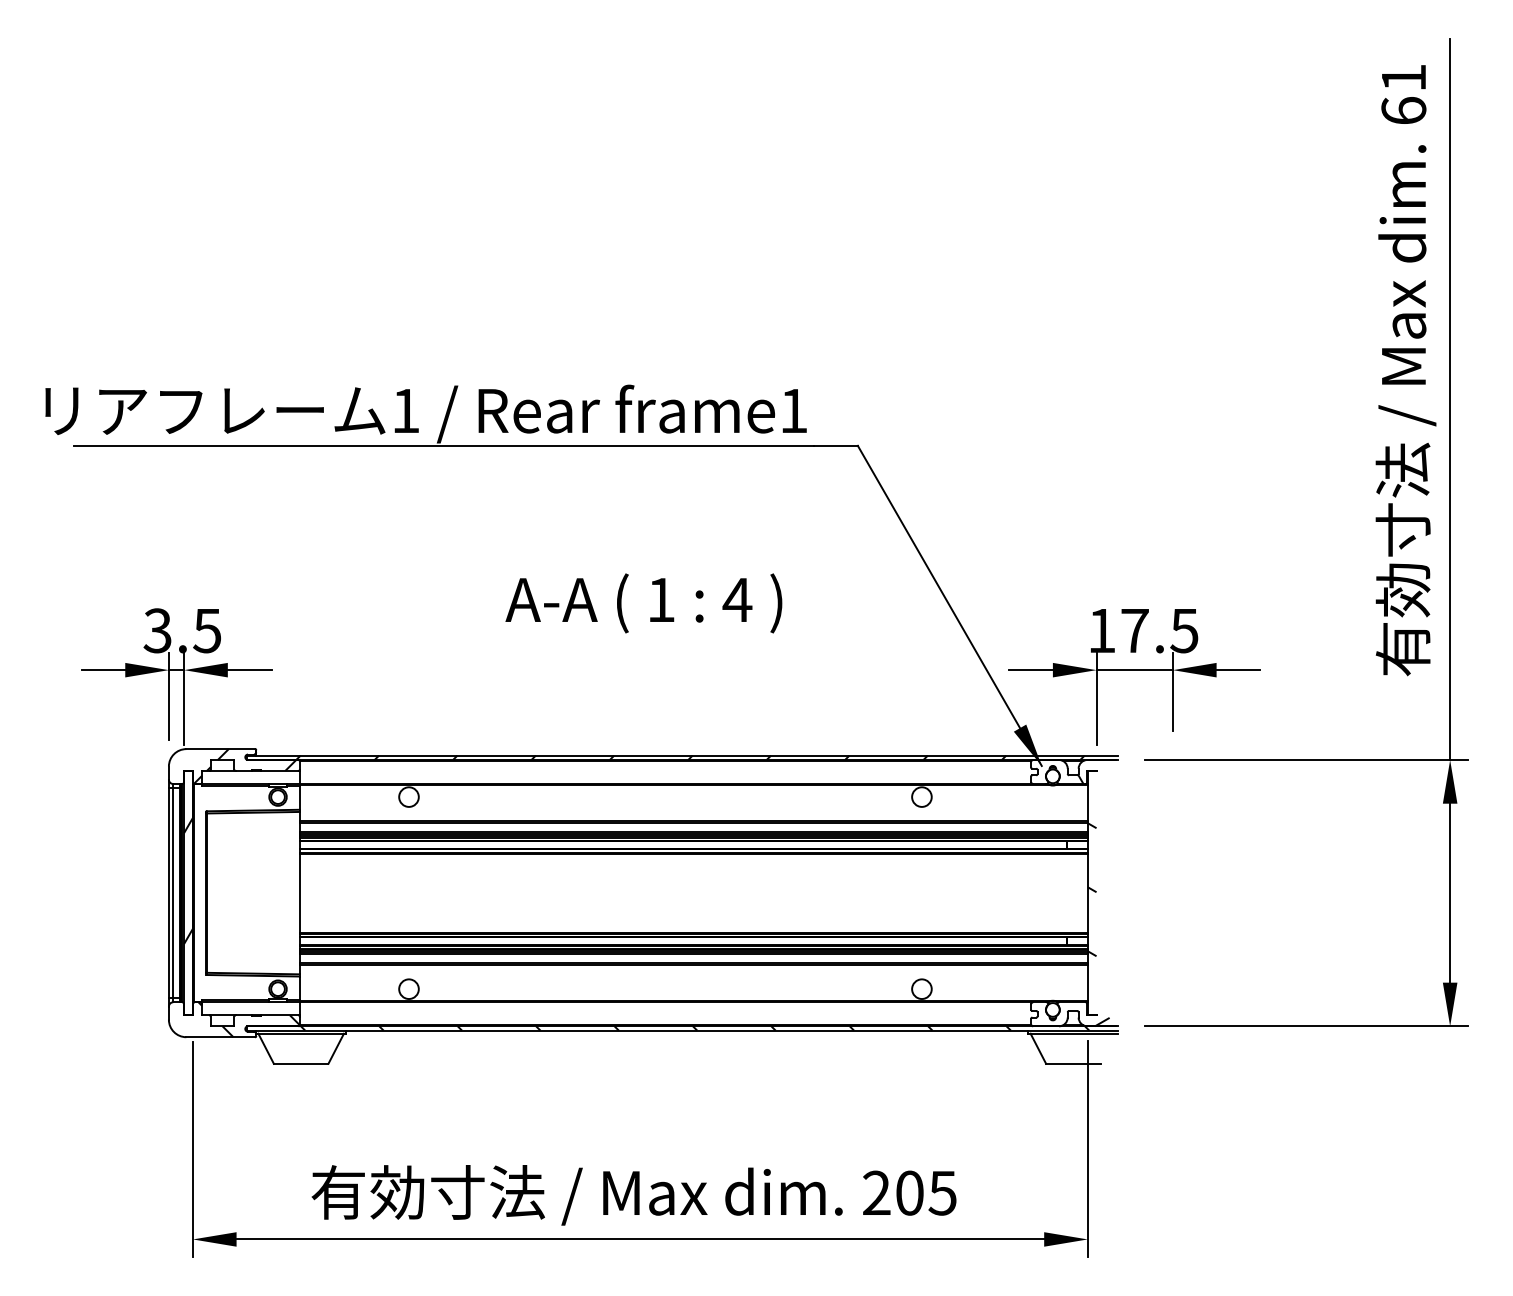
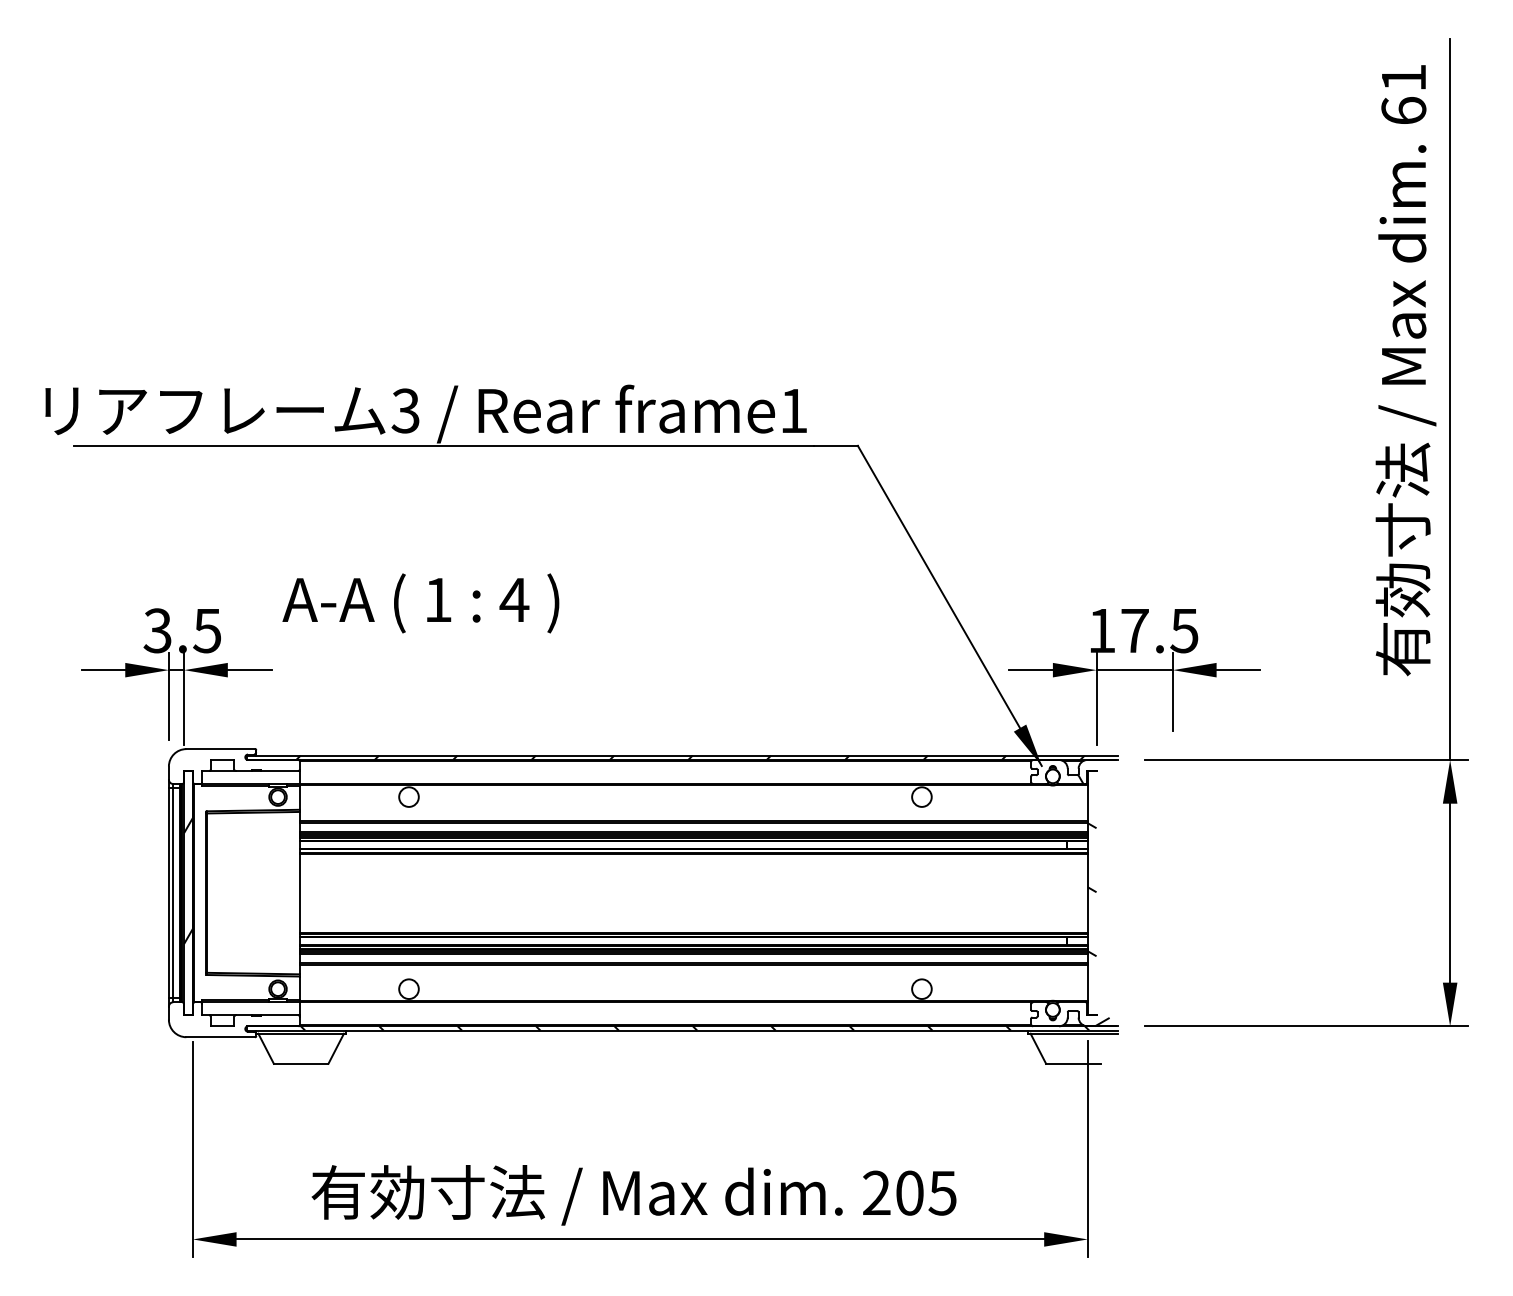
text at (405, 410): 1 -> 3
text at (643, 603) position: (643, 603) -> (420, 603)
hatch at (245, 766): present -> none
hatch at (248, 1019): present -> none
